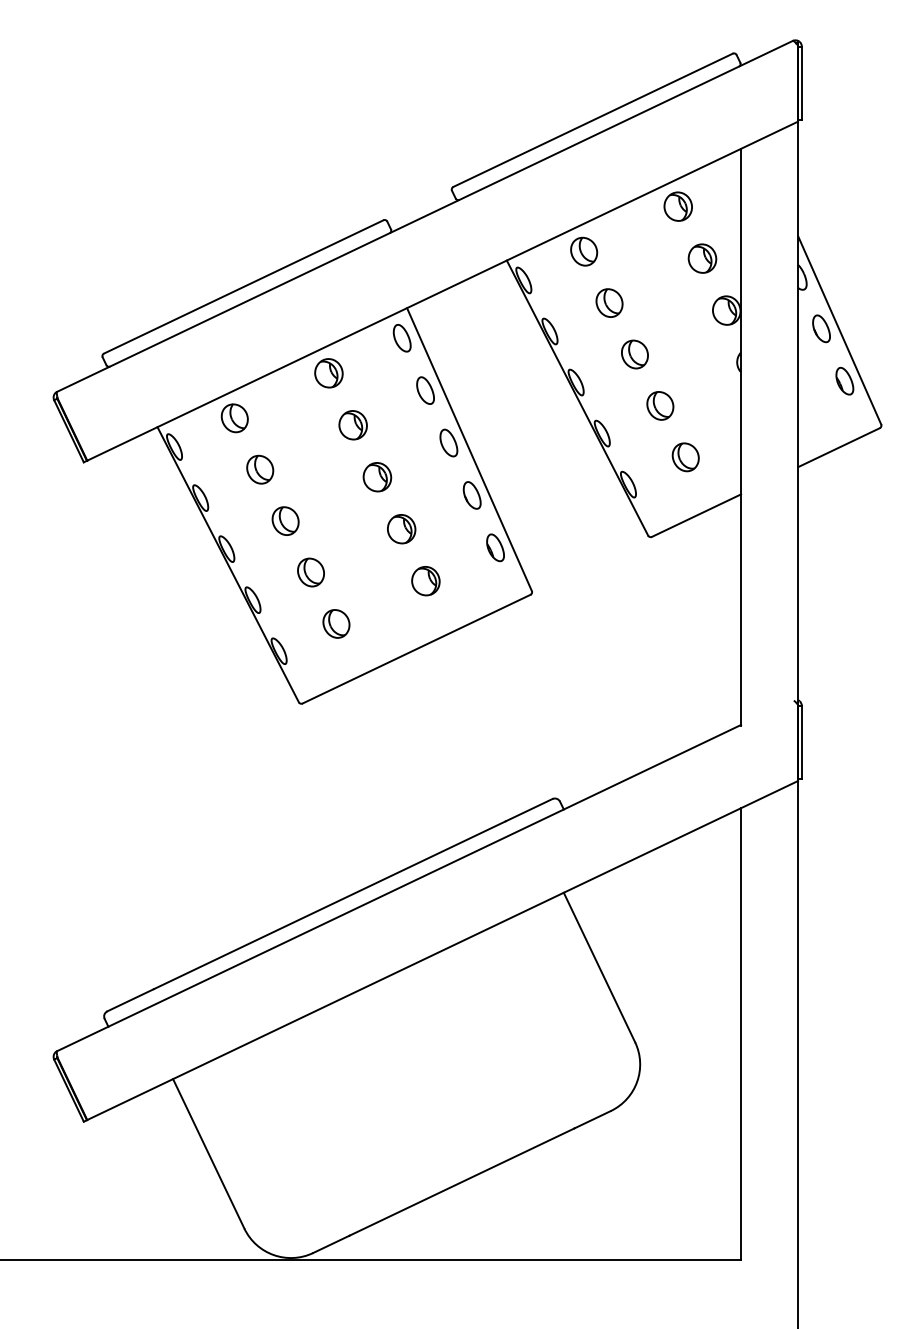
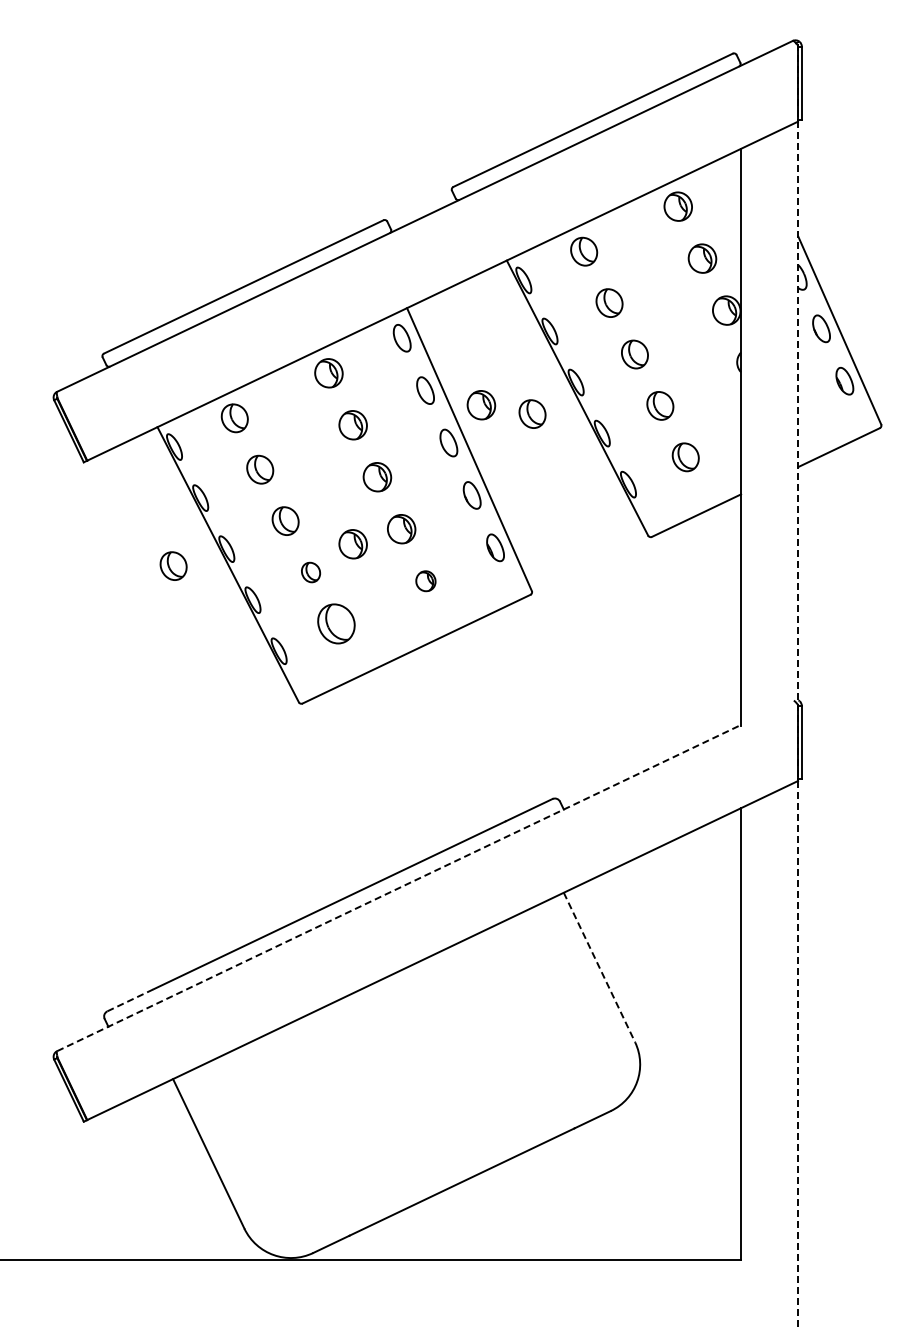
part at (481, 405): none -> present
part at (532, 413): none -> present
part at (352, 544): none -> present
part at (173, 565): none -> present
part at (310, 572) size: 28x31 px -> 21x23 px
part at (425, 581) size: 30x31 px -> 22x23 px
part at (336, 623) size: 29x30 px -> 39x42 px
line at (798, 684): solid -> dashed
line at (399, 888): solid -> dashed
line at (599, 967): solid -> dashed
line at (130, 1000): solid -> dashed
